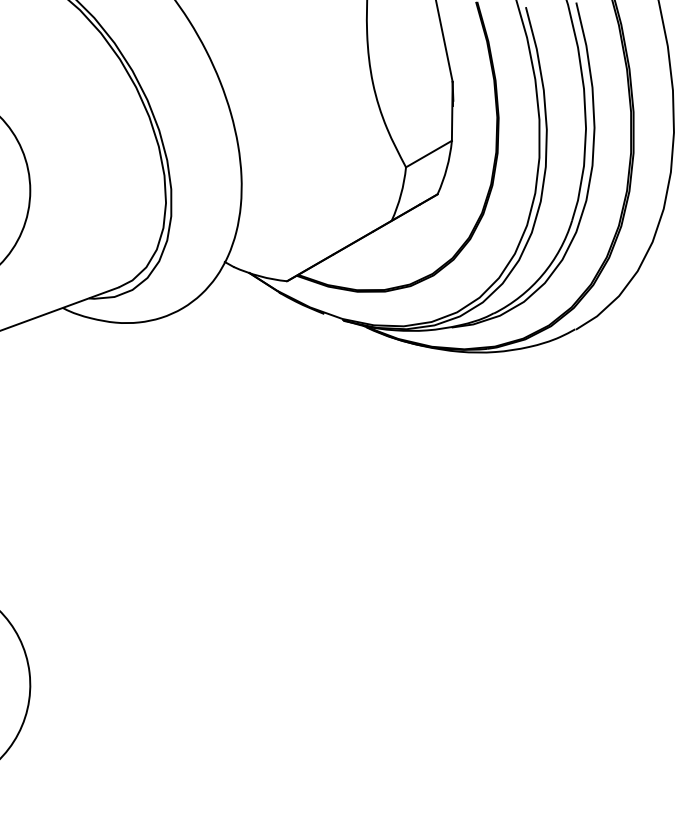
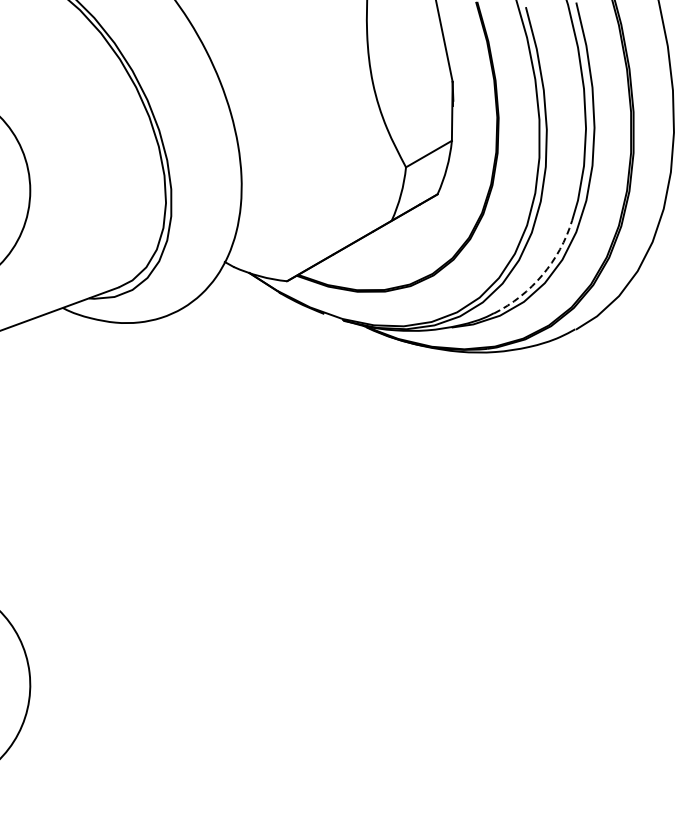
arc at (542, 275): solid -> dashed
